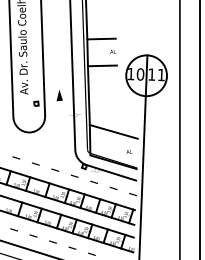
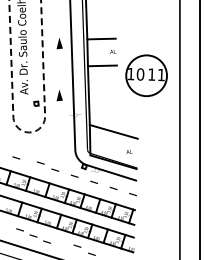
part at (59, 43): none -> present
line at (29, 132): solid -> dashed
line at (143, 155): present -> none
part at (35, 163) position: (35, 163) -> (40, 162)
part at (13, 229) position: (13, 229) -> (19, 229)
part at (52, 241) position: (52, 241) -> (46, 241)
part at (72, 247) position: (72, 247) -> (77, 245)
